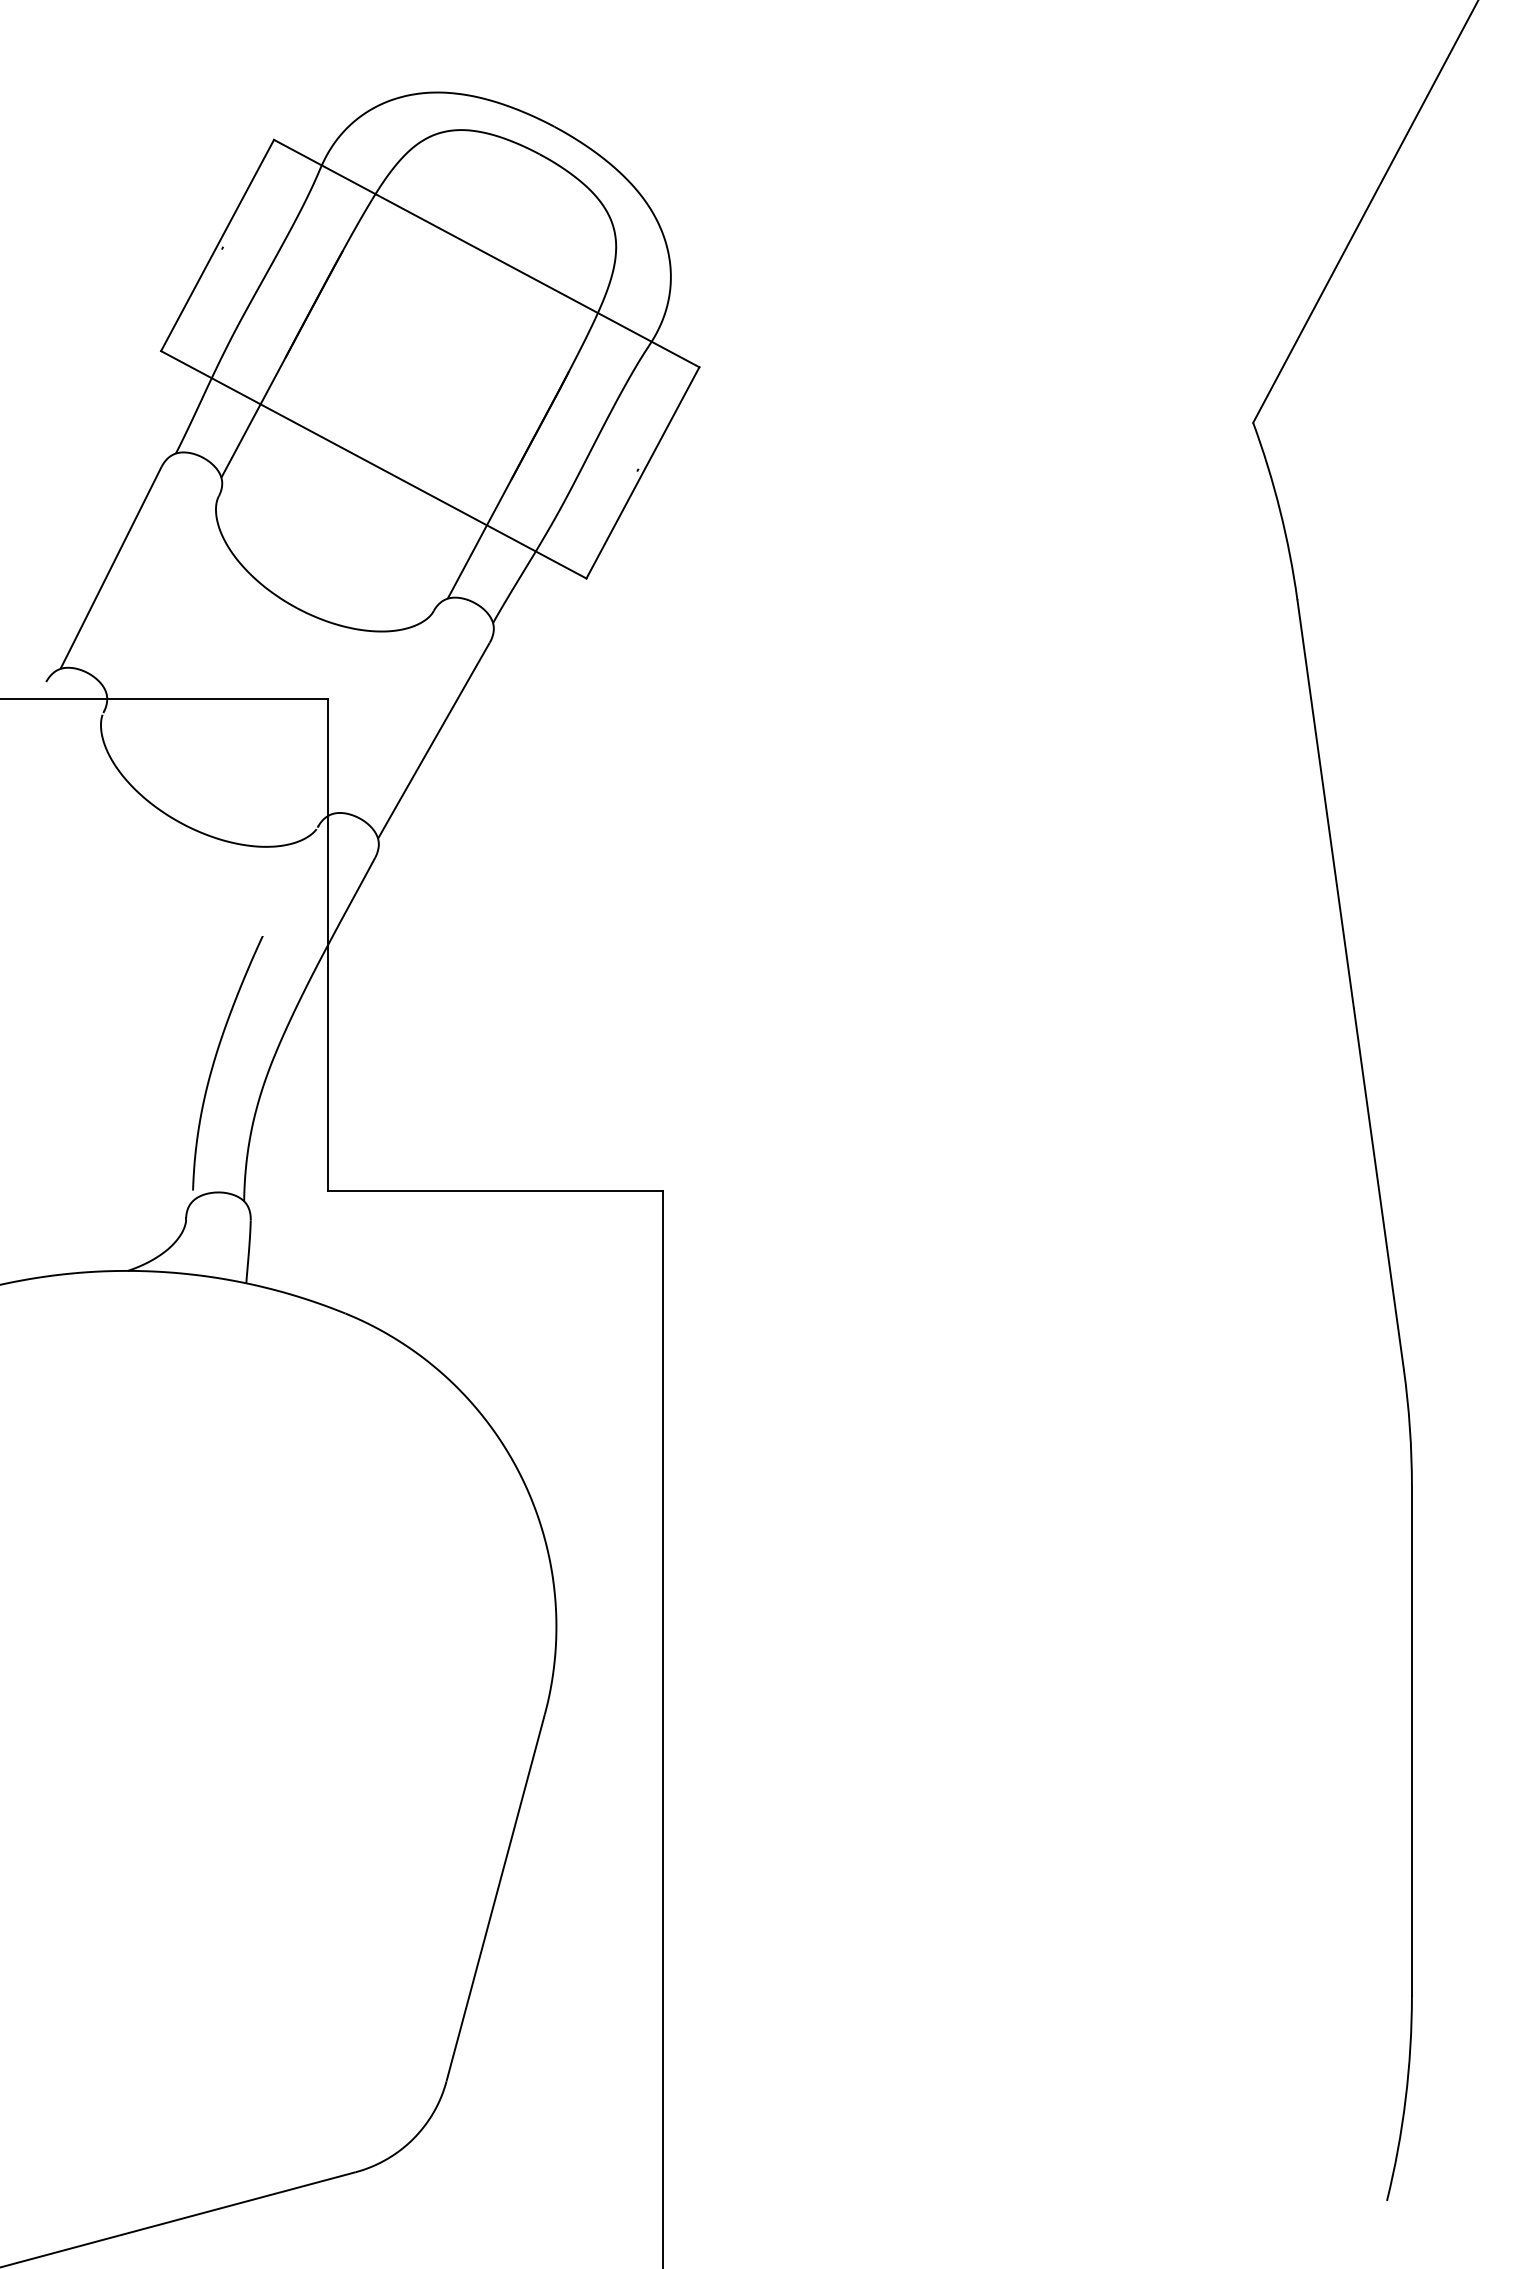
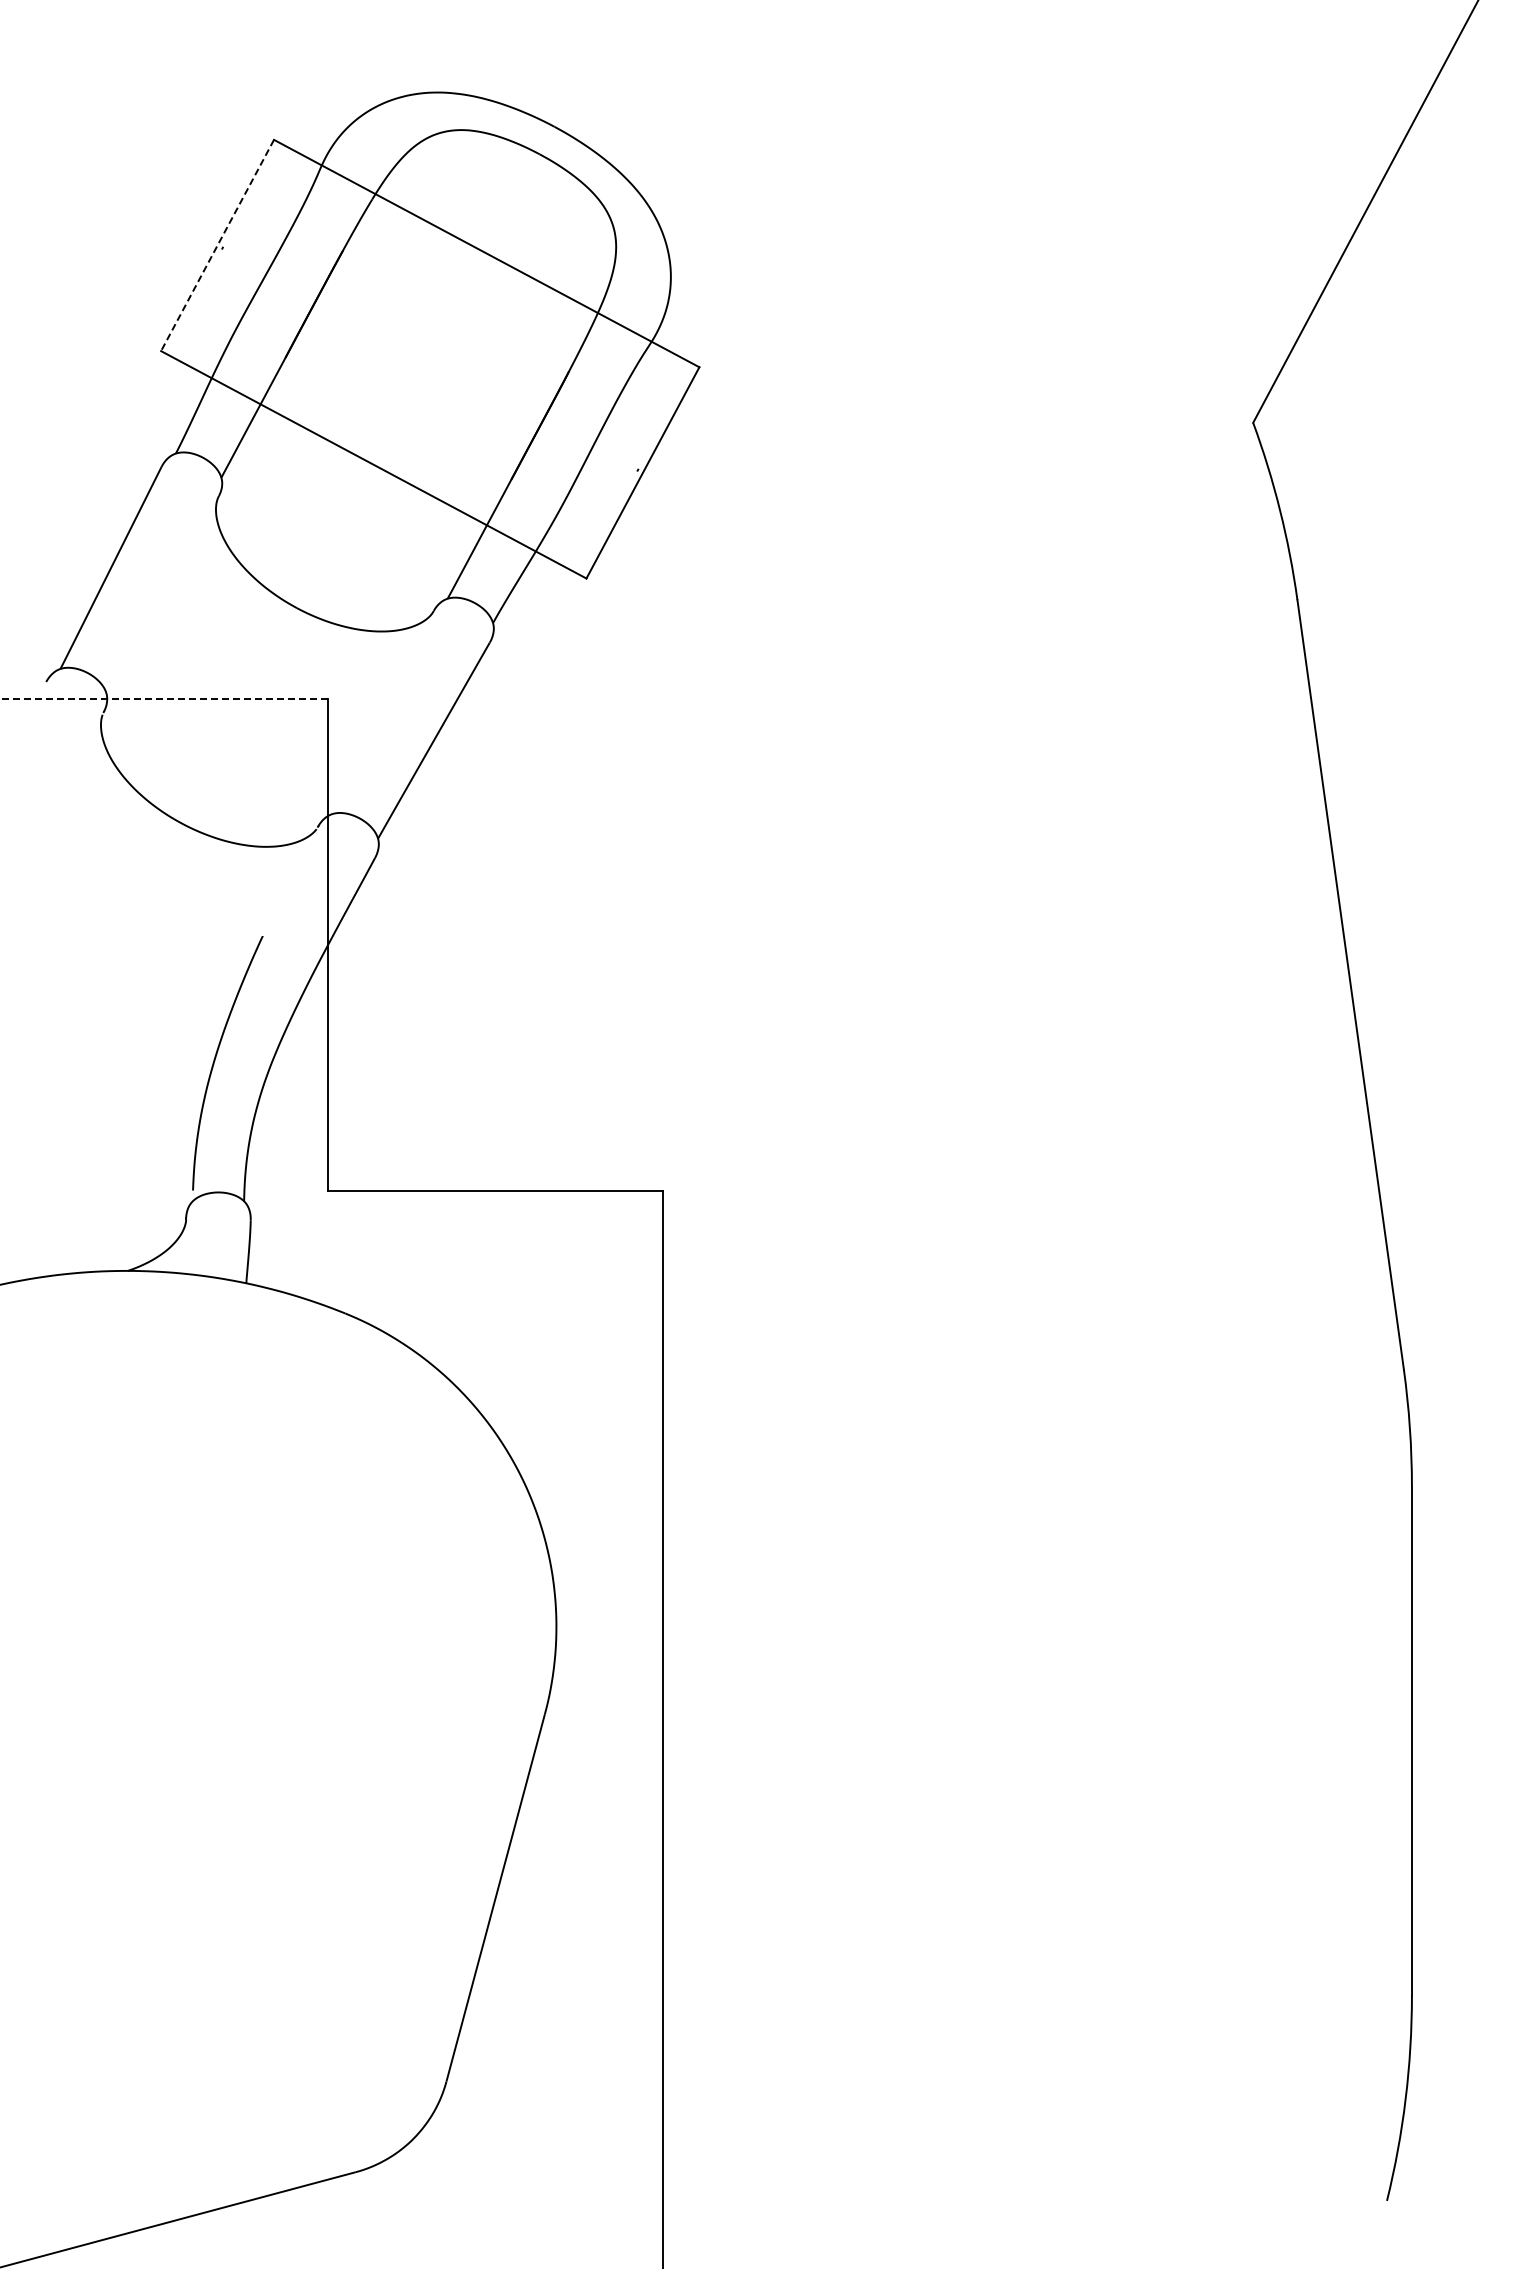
line at (217, 245): solid -> dashed
line at (164, 699): solid -> dashed
